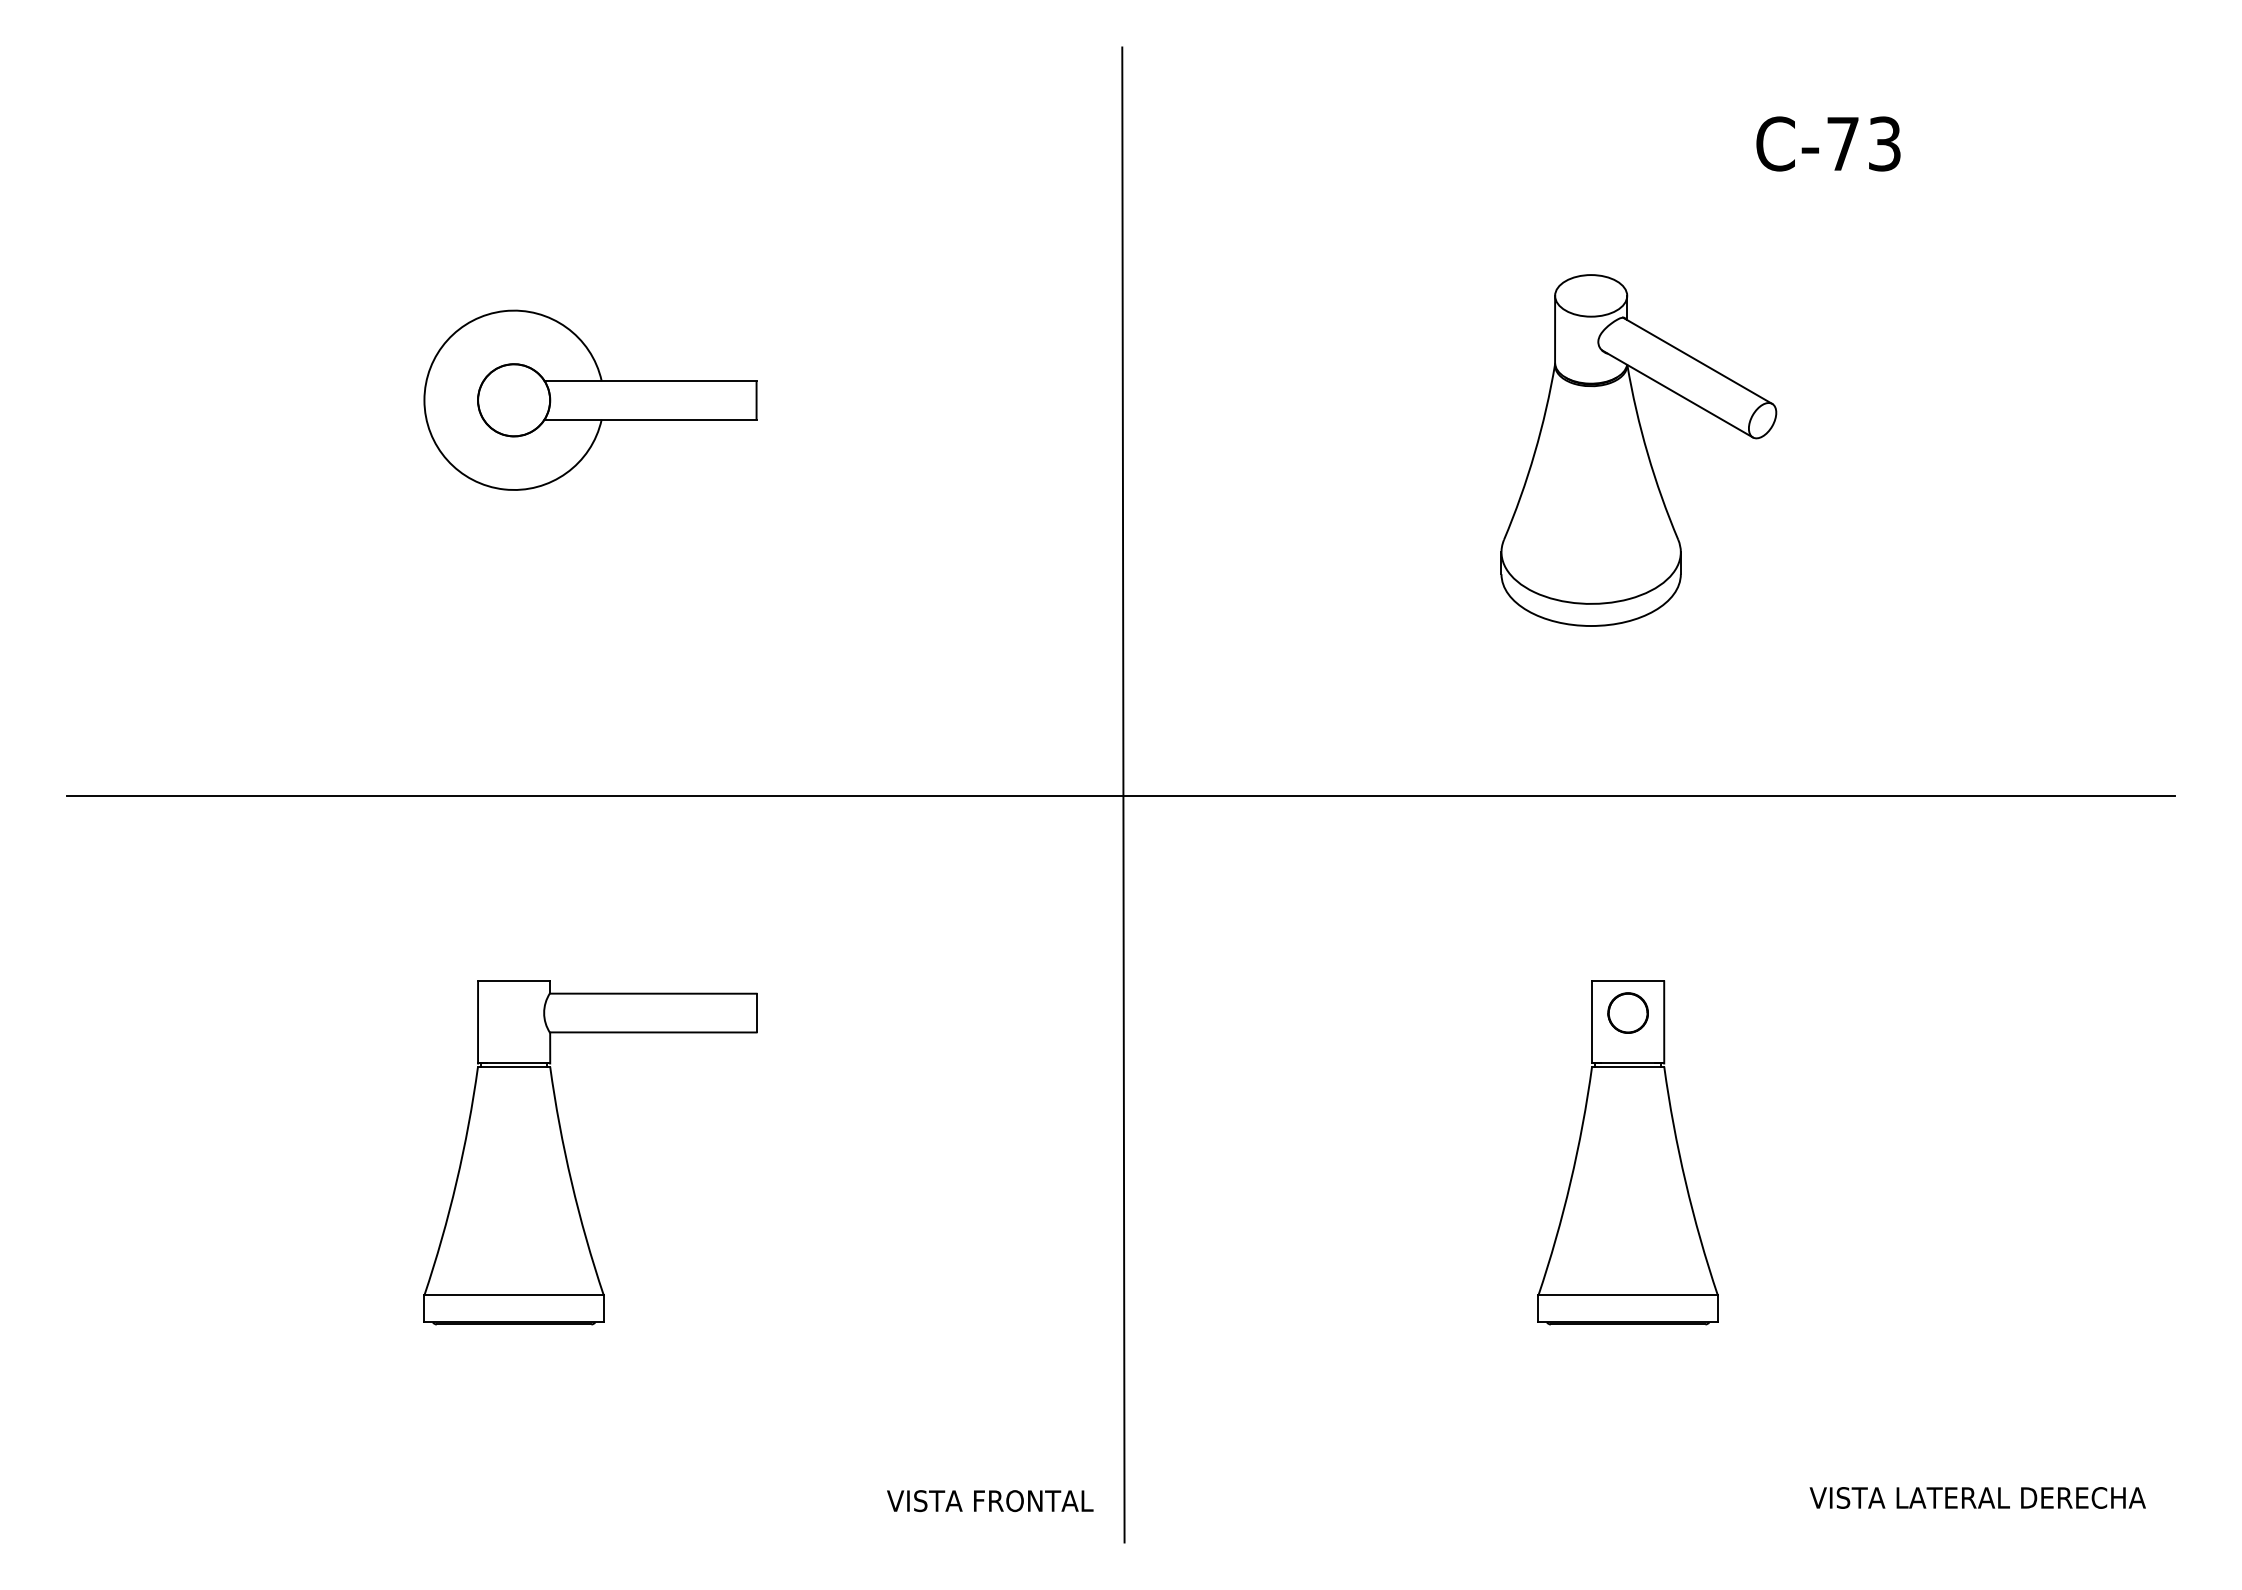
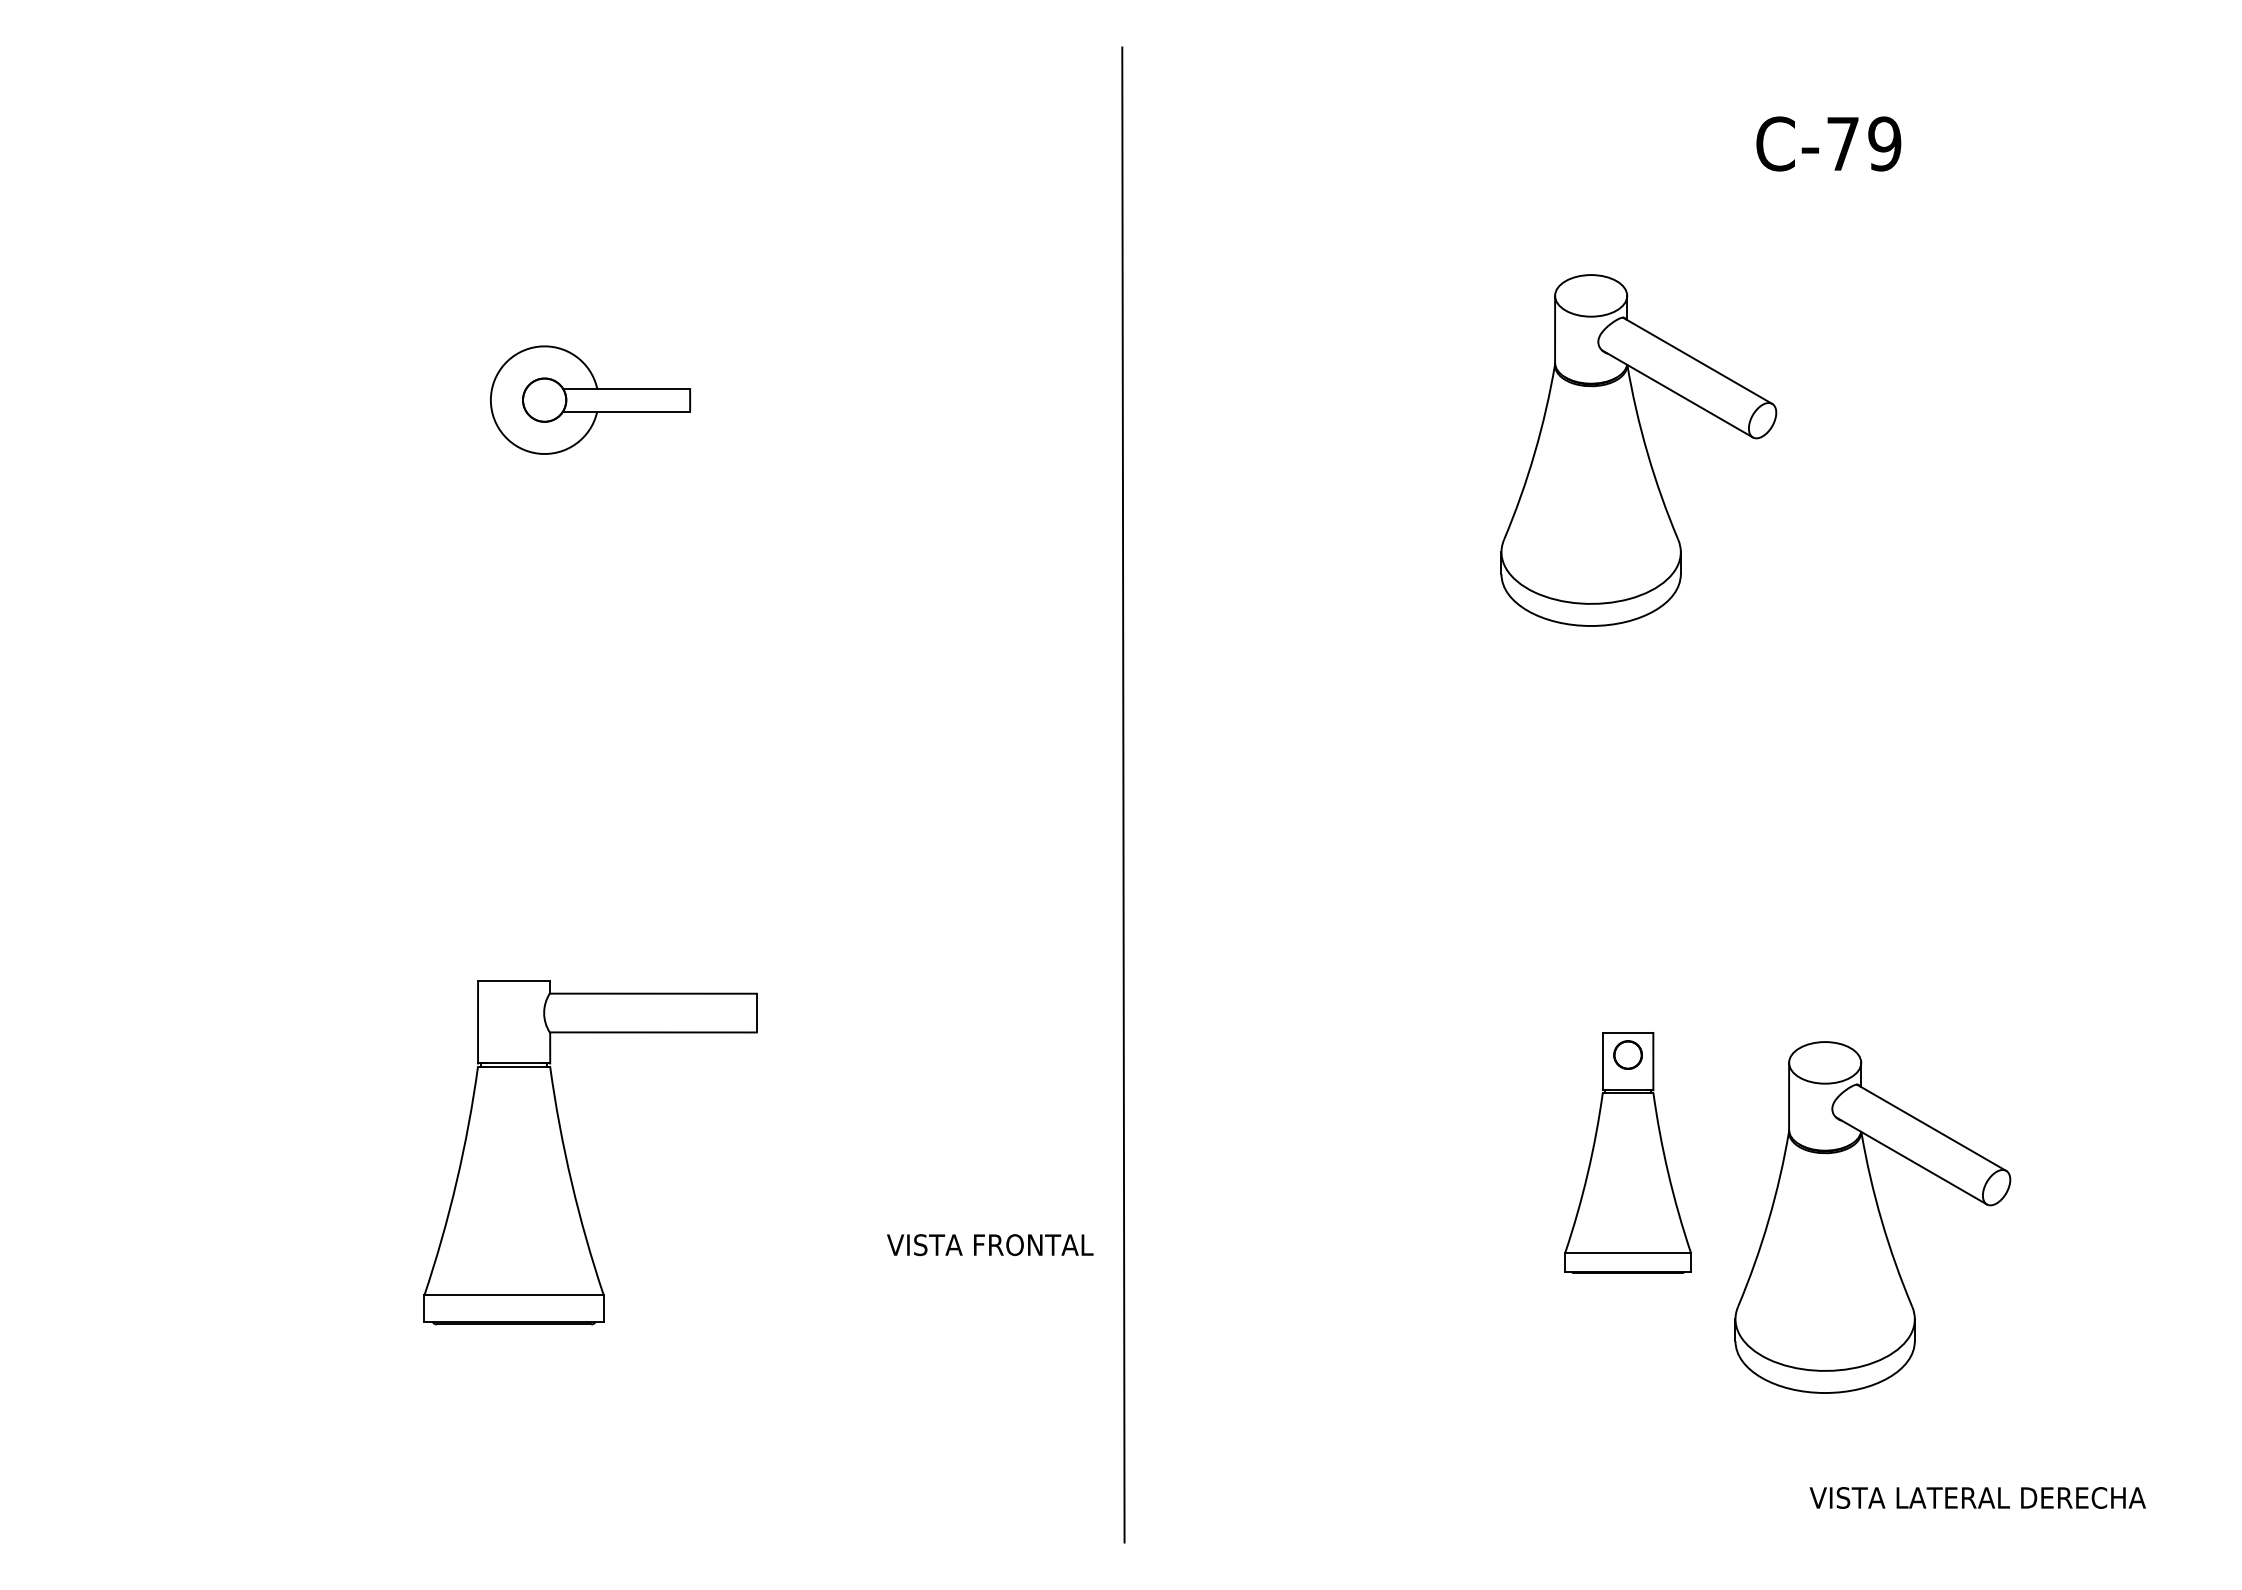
text at (1884, 143): C-73 -> C-79
part at (590, 399) size: 335x182 px -> 201x110 px
line at (1120, 796): present -> none
part at (1627, 1152) size: 182x346 px -> 128x242 px
part at (1872, 1217): none -> present
text at (990, 1501) position: (990, 1501) -> (990, 1245)
